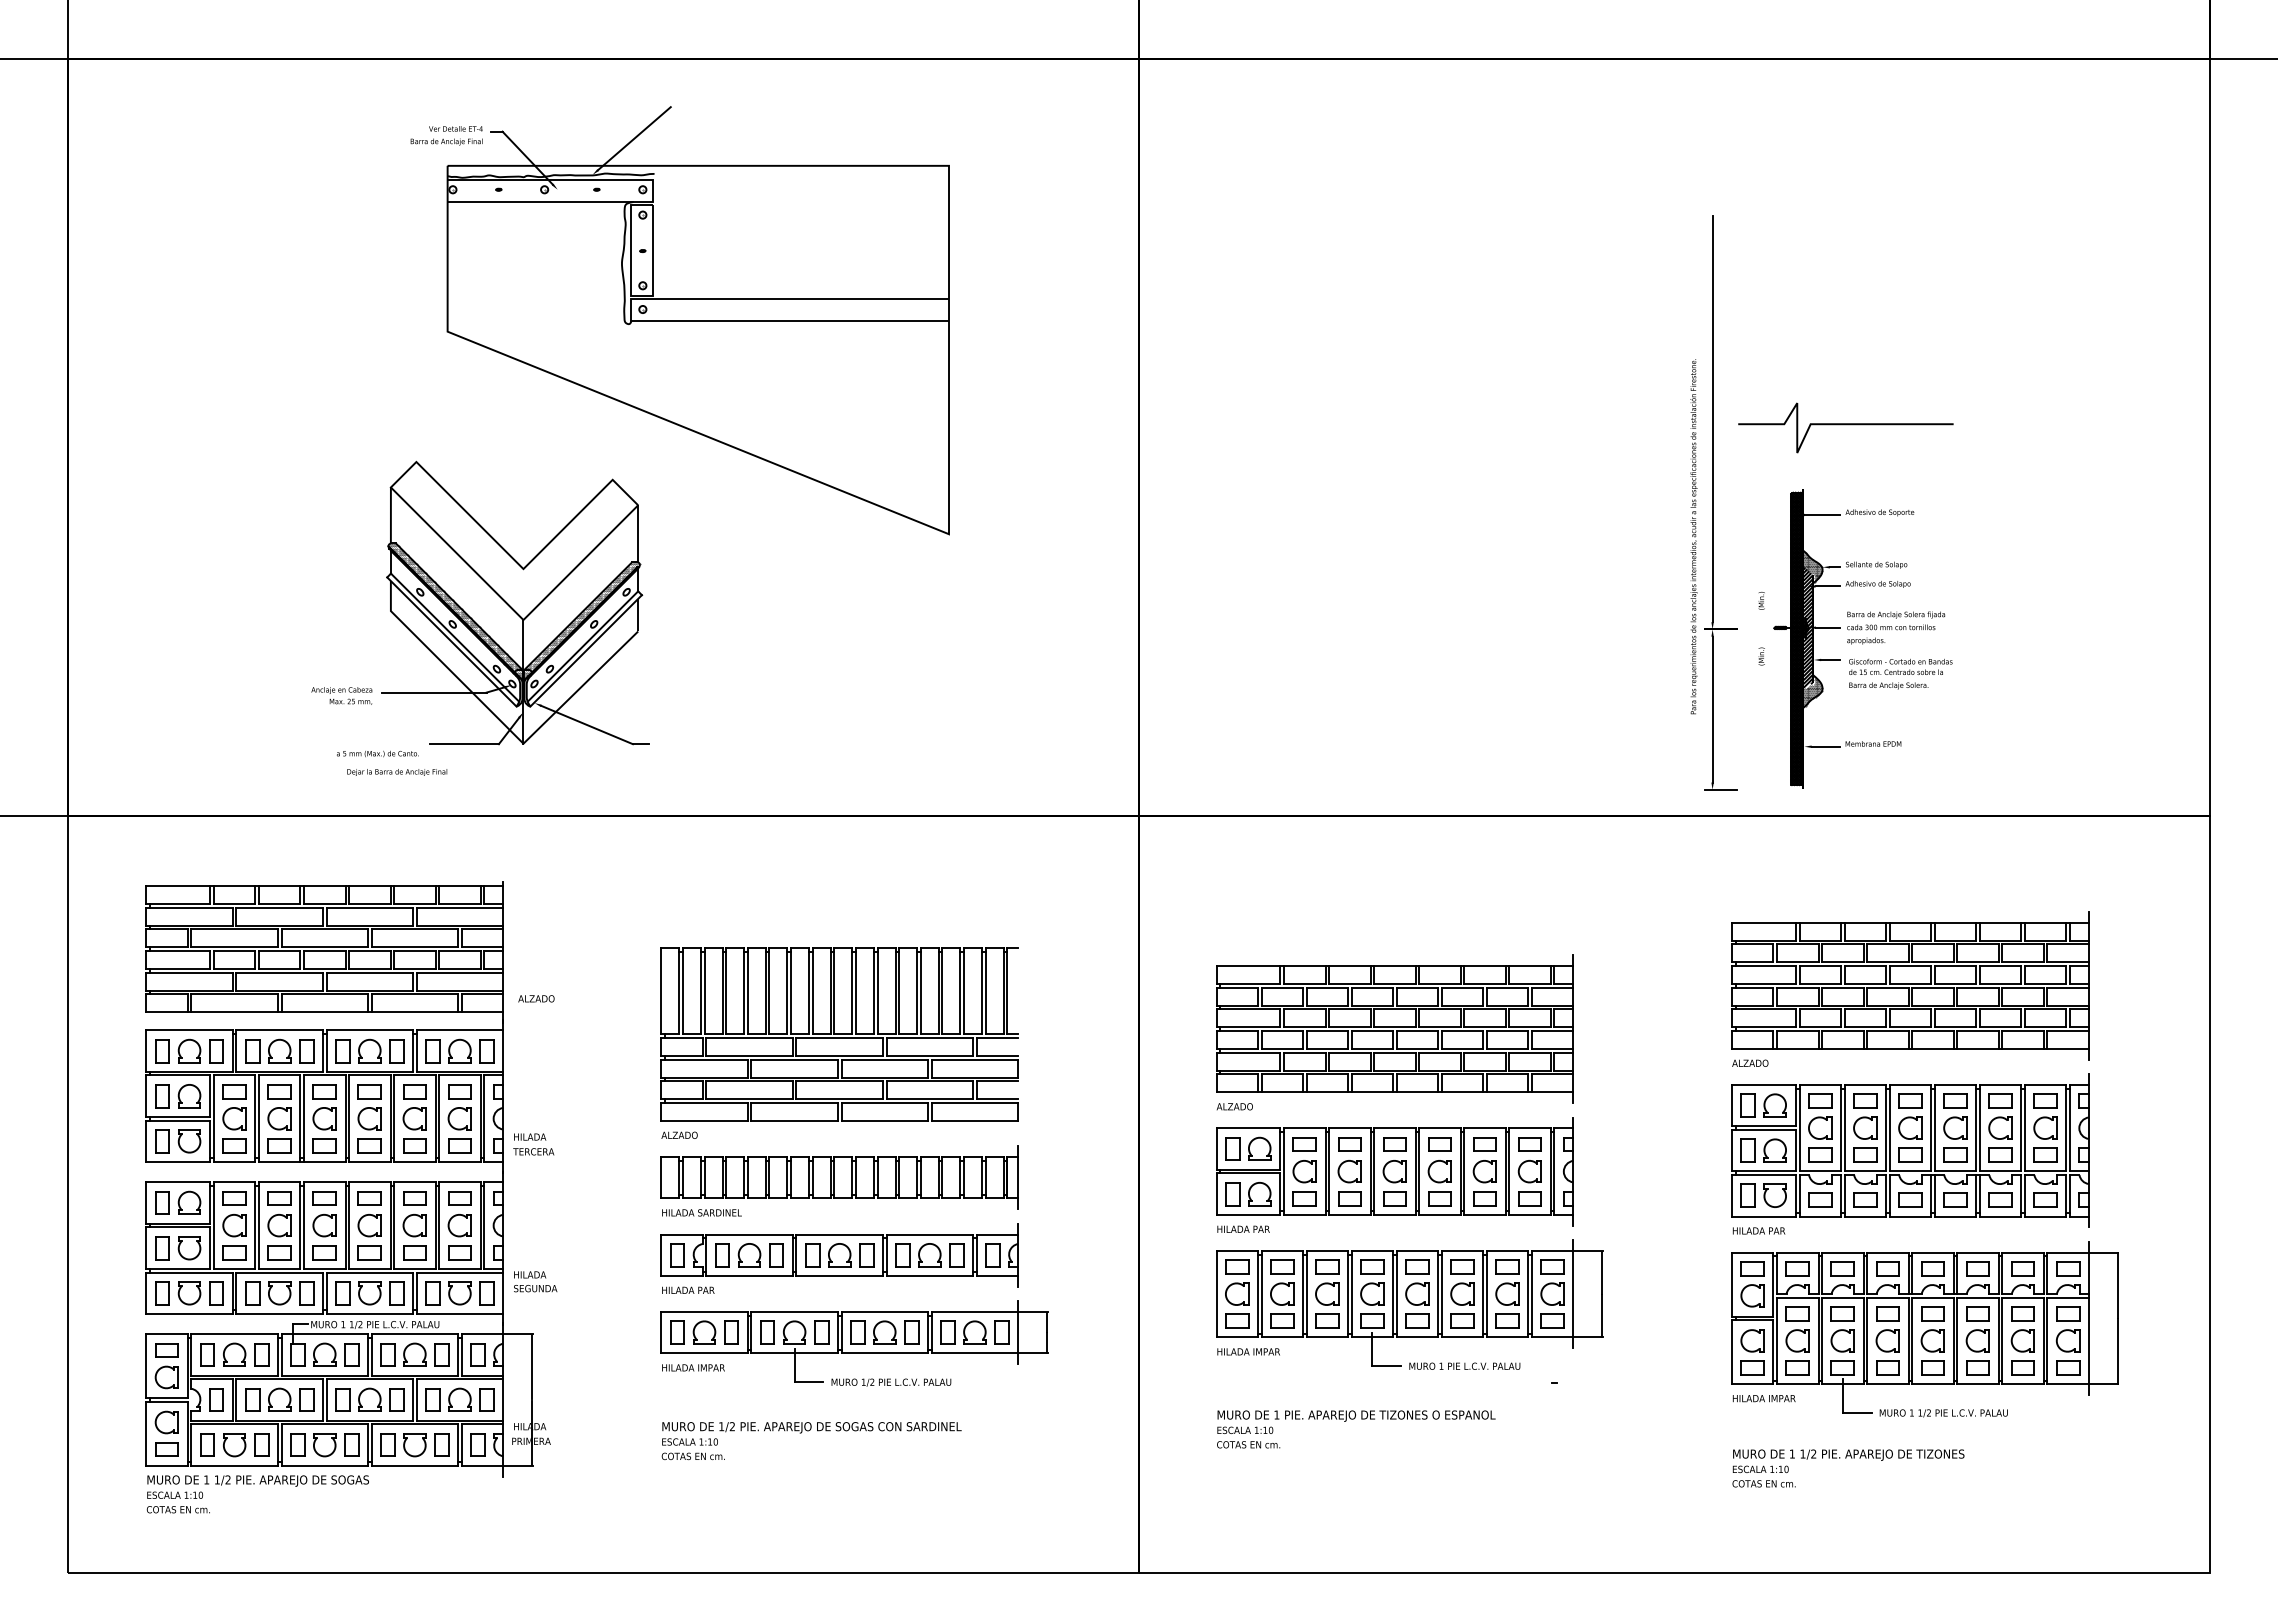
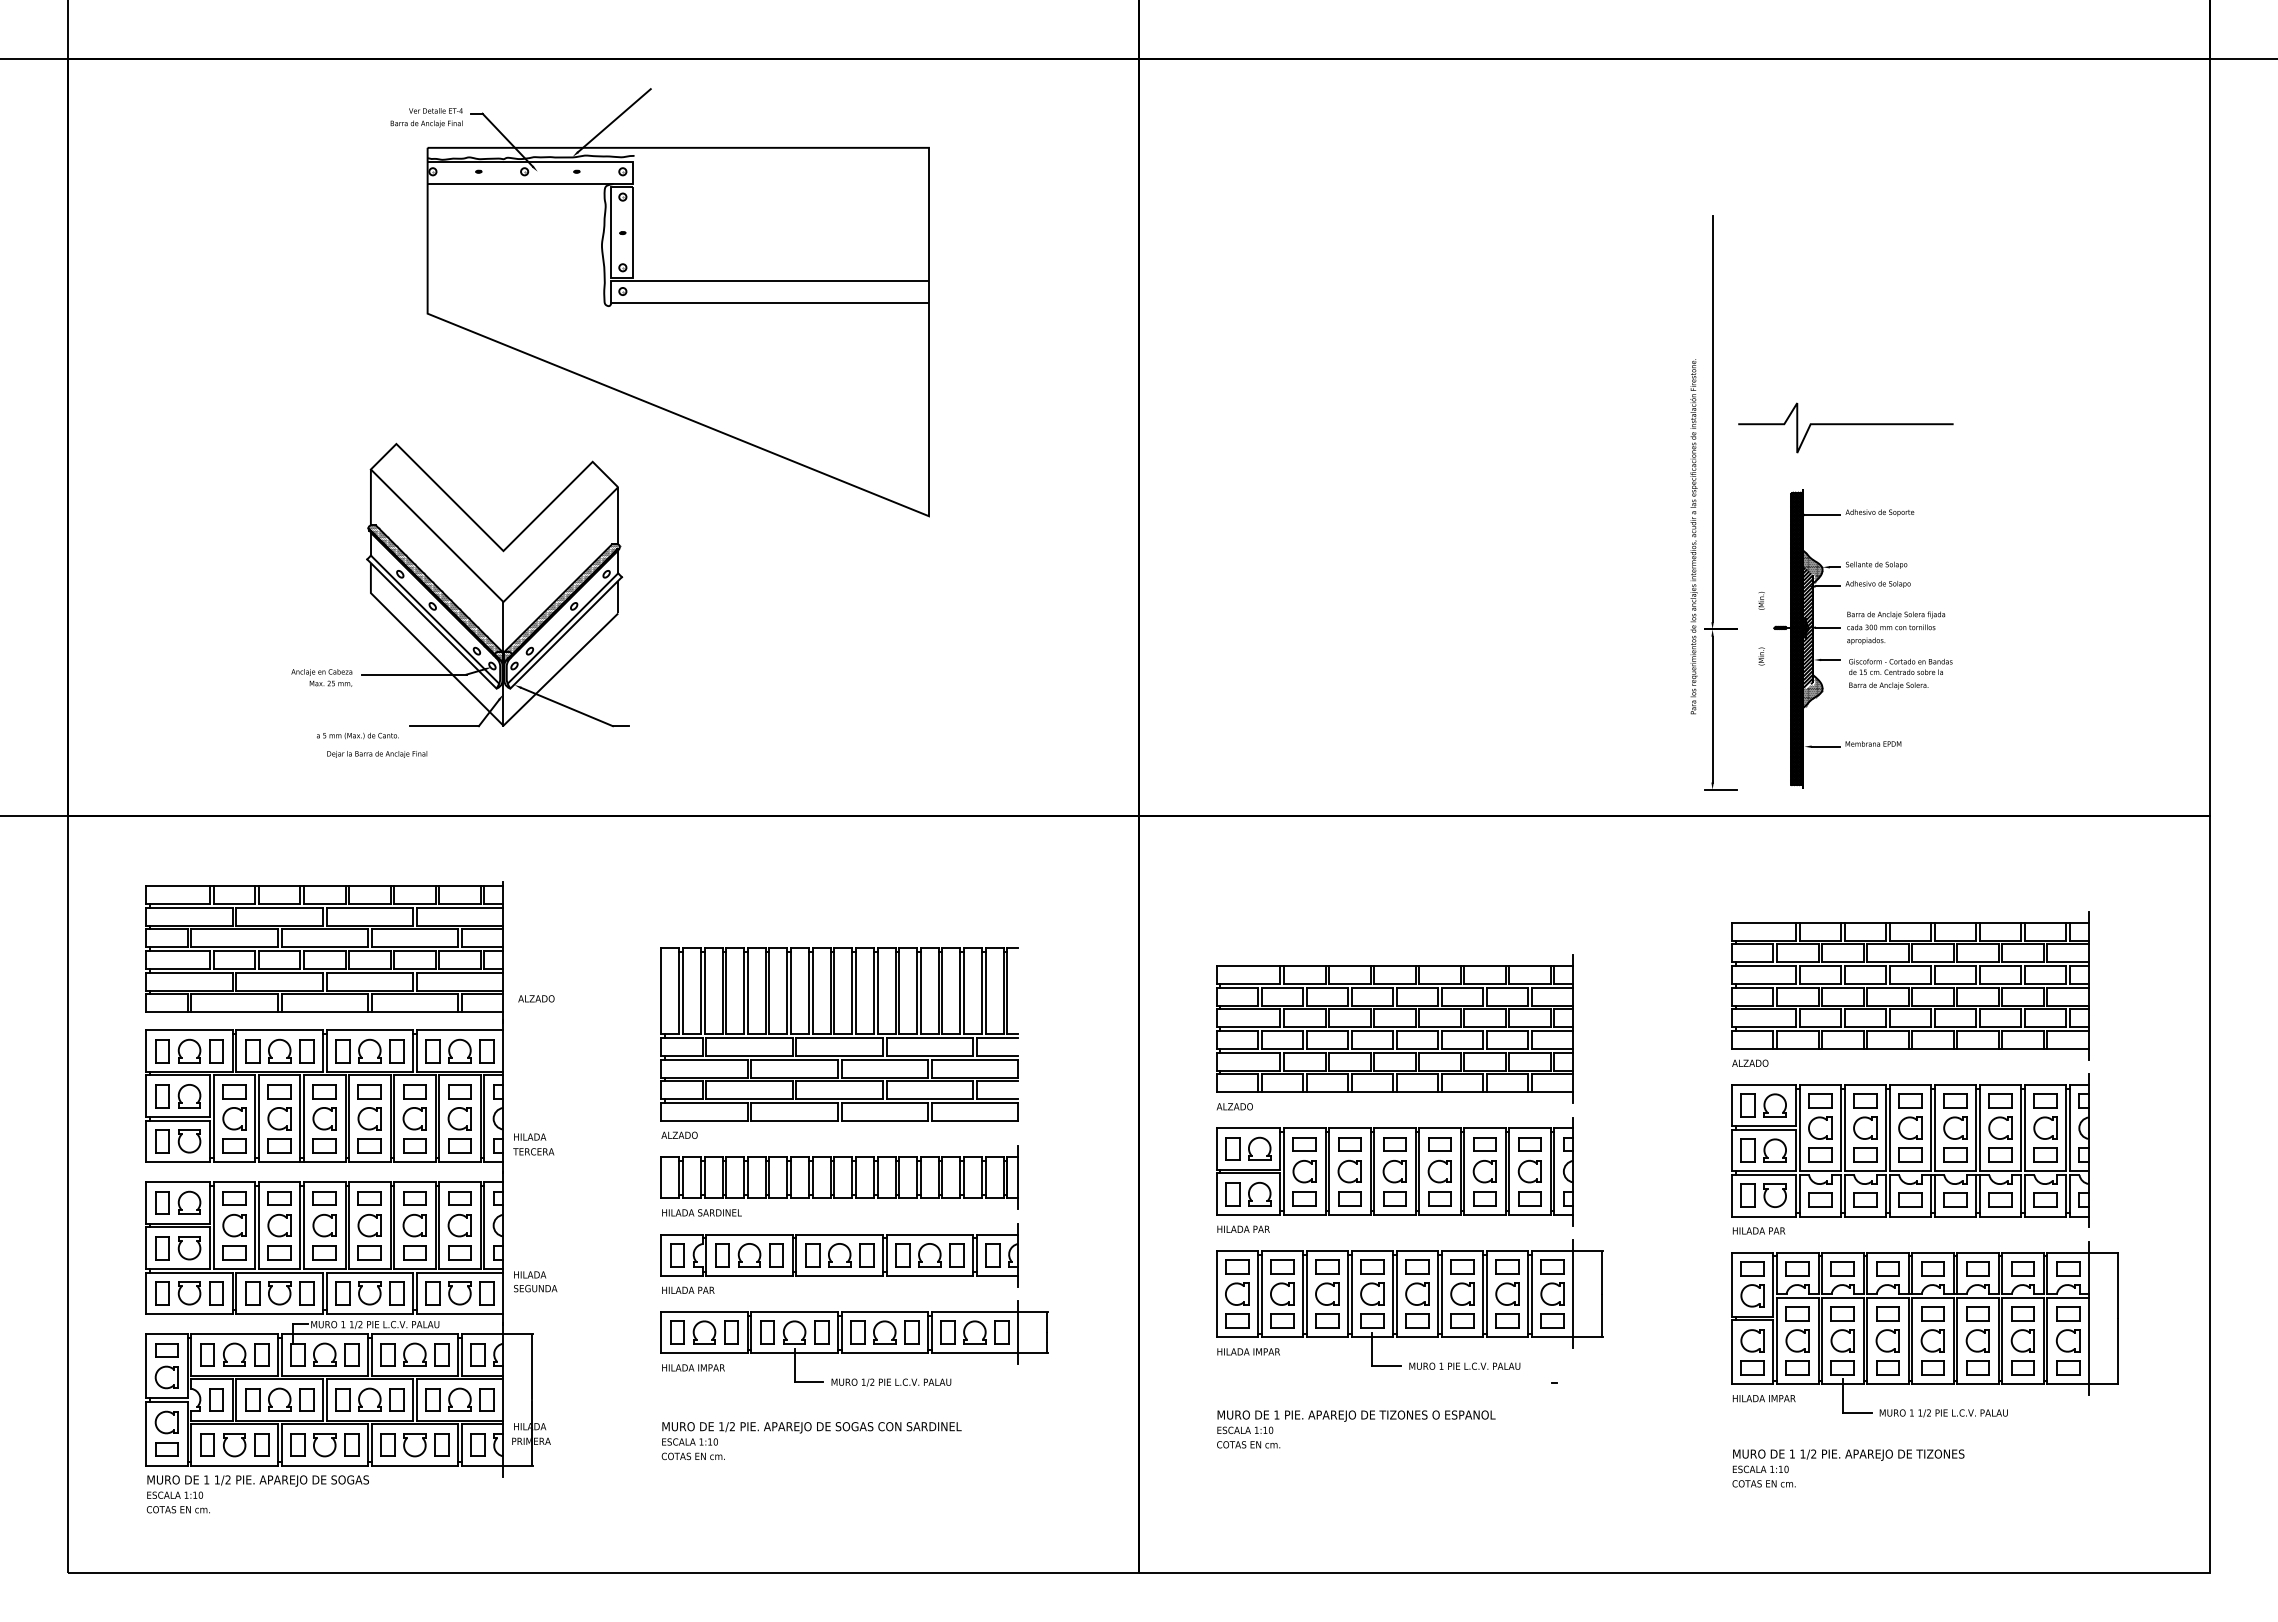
part at (644, 412) position: (644, 412) -> (624, 394)
